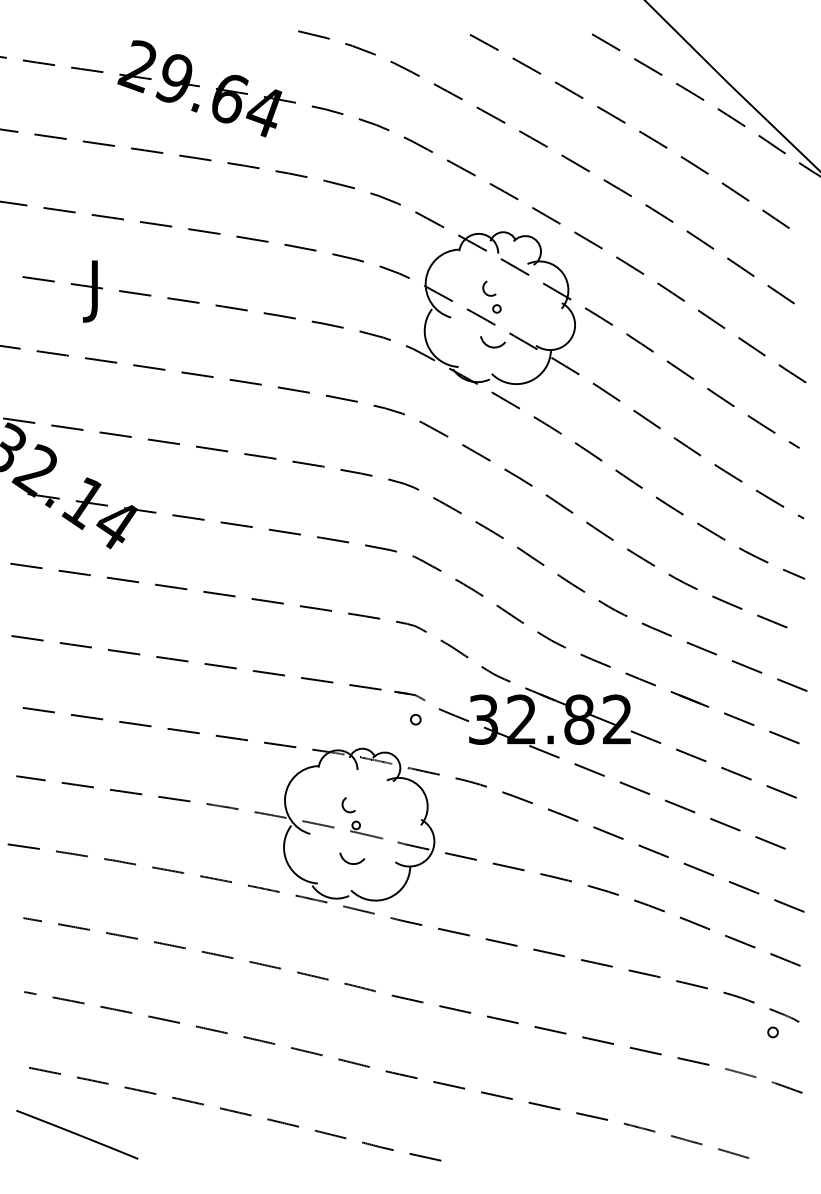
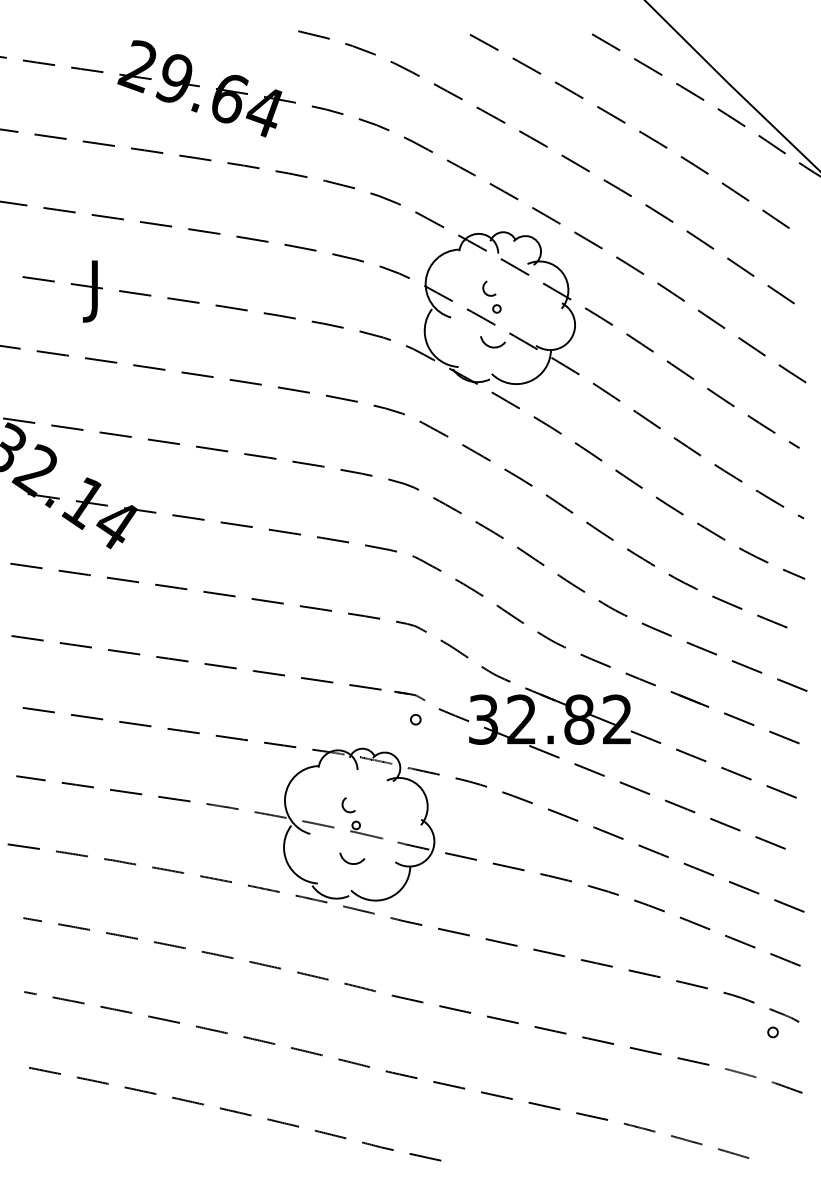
line at (77, 1134): present -> none
